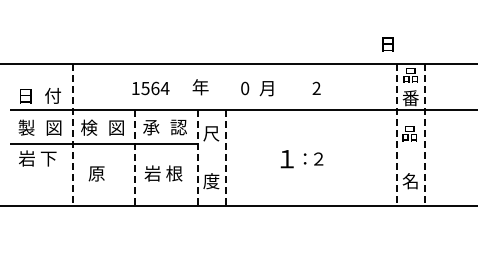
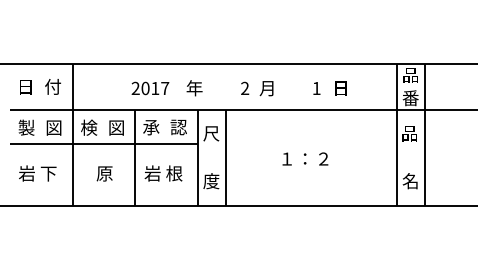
text at (387, 44) position: (387, 44) -> (340, 88)
text at (200, 87) position: (200, 87) -> (194, 88)
text at (316, 87): 2 -> 1
text at (150, 88): 1564 -> 2017
text at (245, 88): 0 -> 2
part at (40, 95) position: (40, 95) -> (40, 86)
line at (72, 135): dashed -> solid
line at (396, 135): dashed -> solid
line at (425, 135): dashed -> solid
text at (37, 158) position: (37, 158) -> (37, 173)
line at (135, 158): dashed -> solid
line at (198, 158): dashed -> solid
line at (226, 158): dashed -> solid
text at (318, 158) position: (318, 158) -> (323, 158)
part at (286, 159) size: 14x19 px -> 10x14 px
text at (96, 173) position: (96, 173) -> (104, 173)
